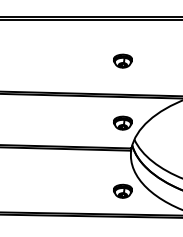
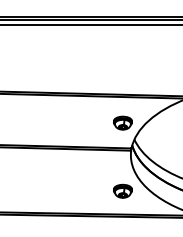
line at (90, 24): none -> present
part at (122, 60): present -> none
